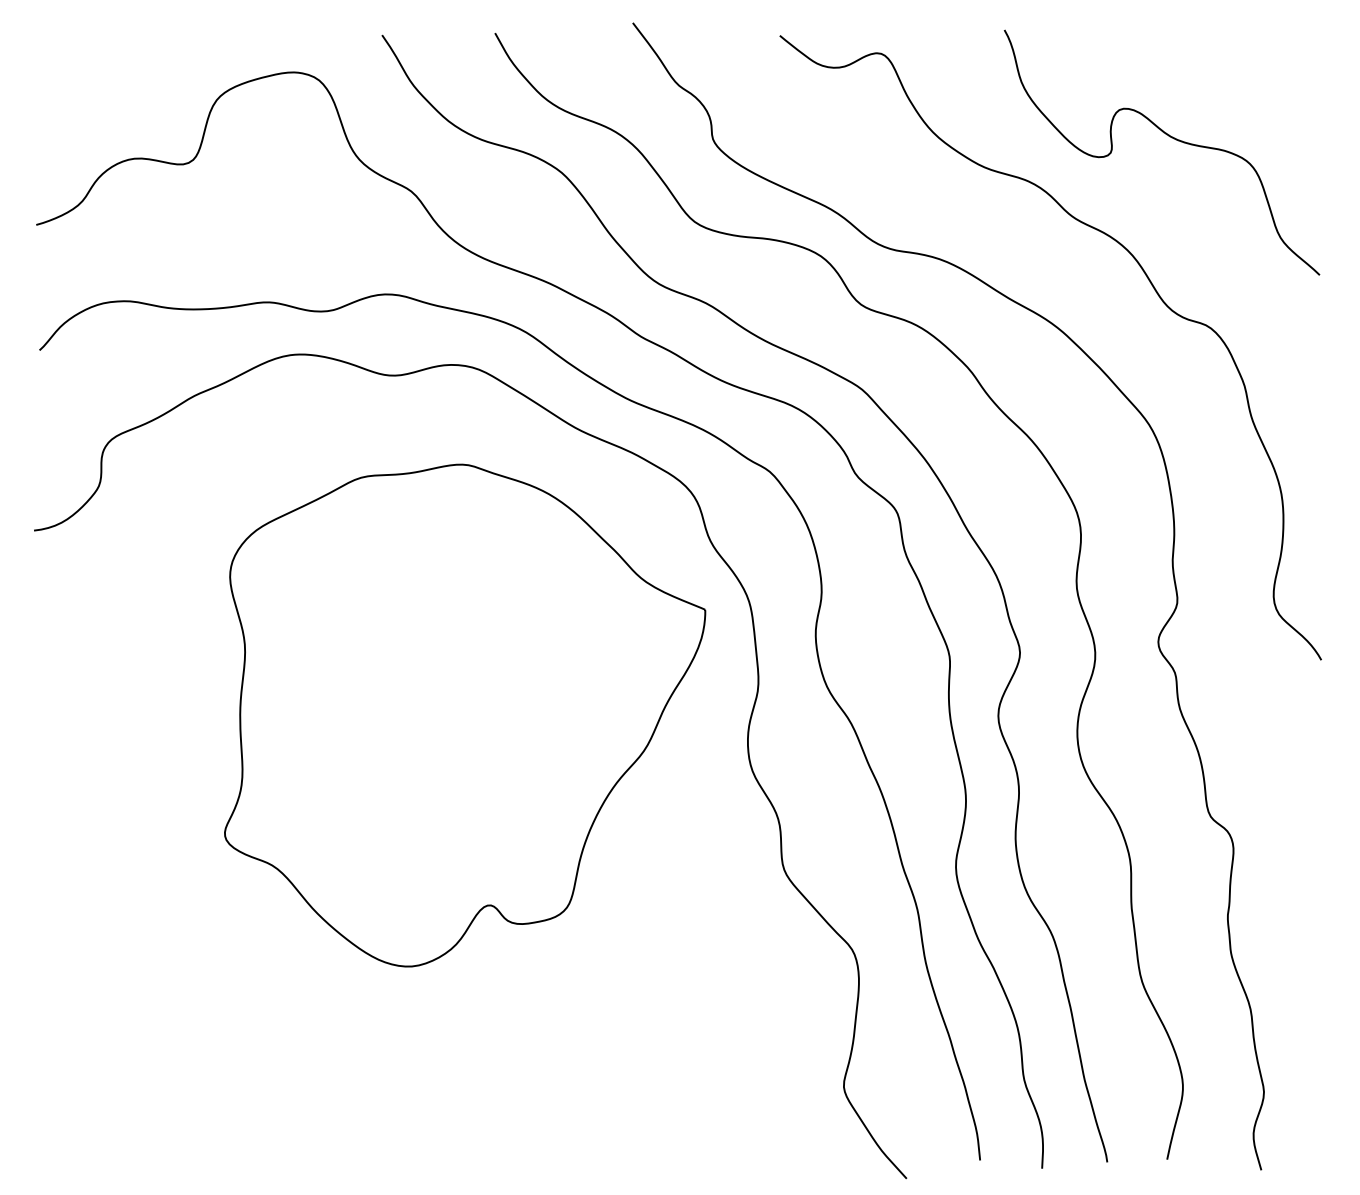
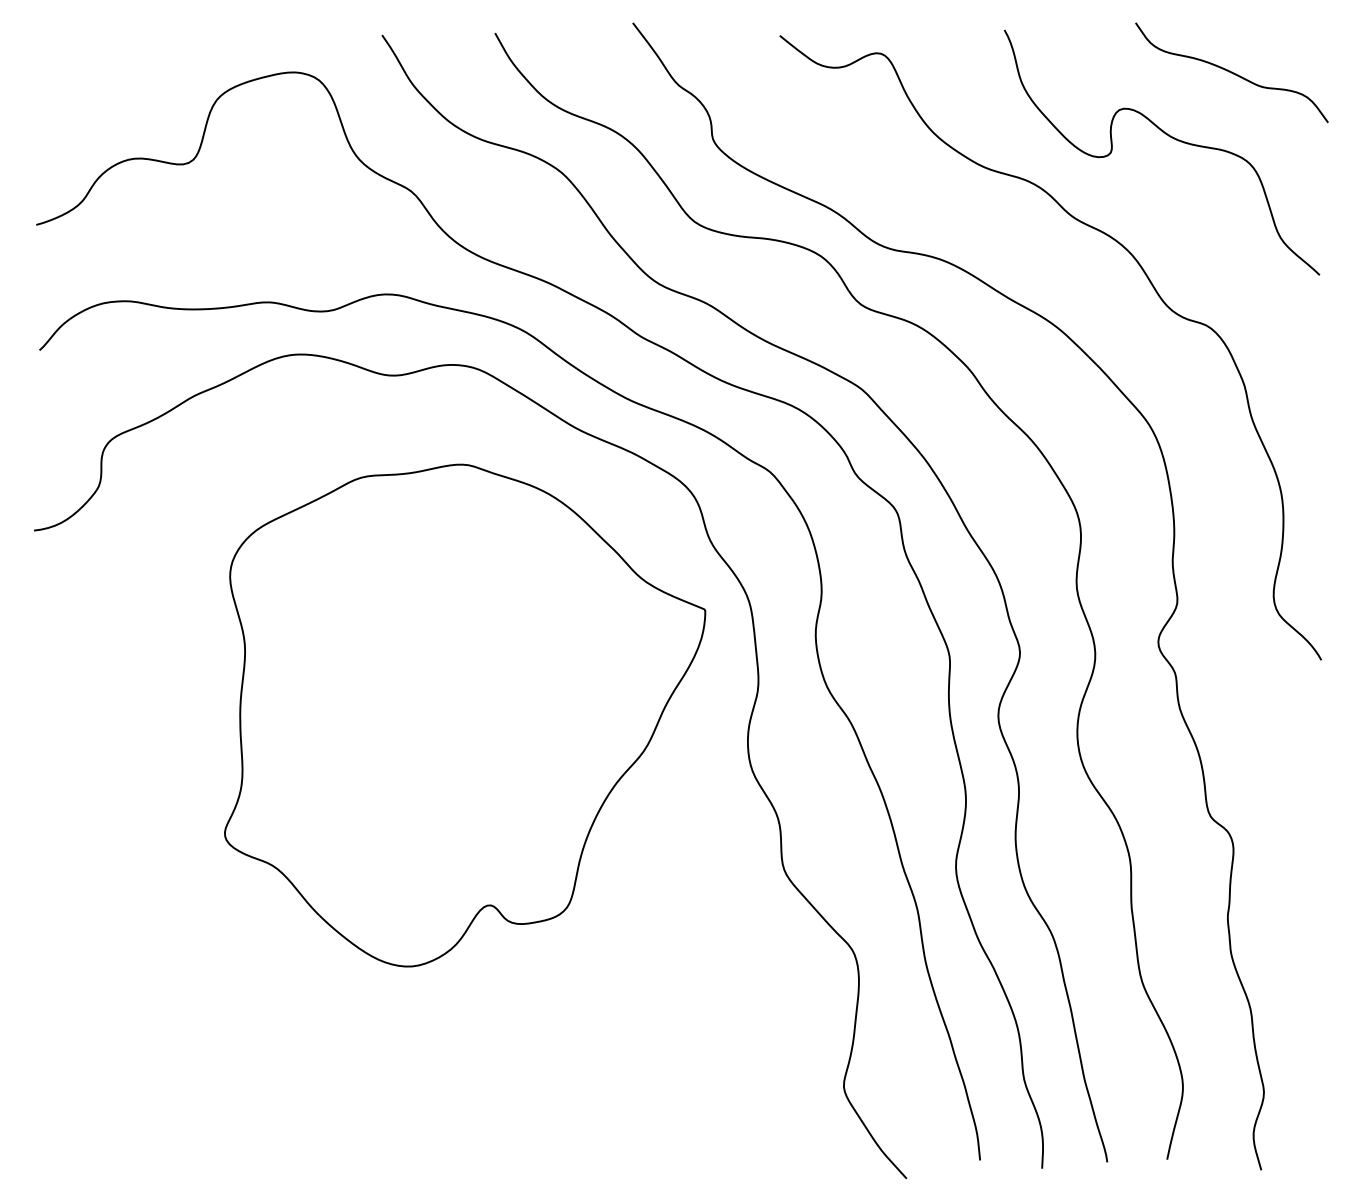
curve at (1231, 72): none -> present
